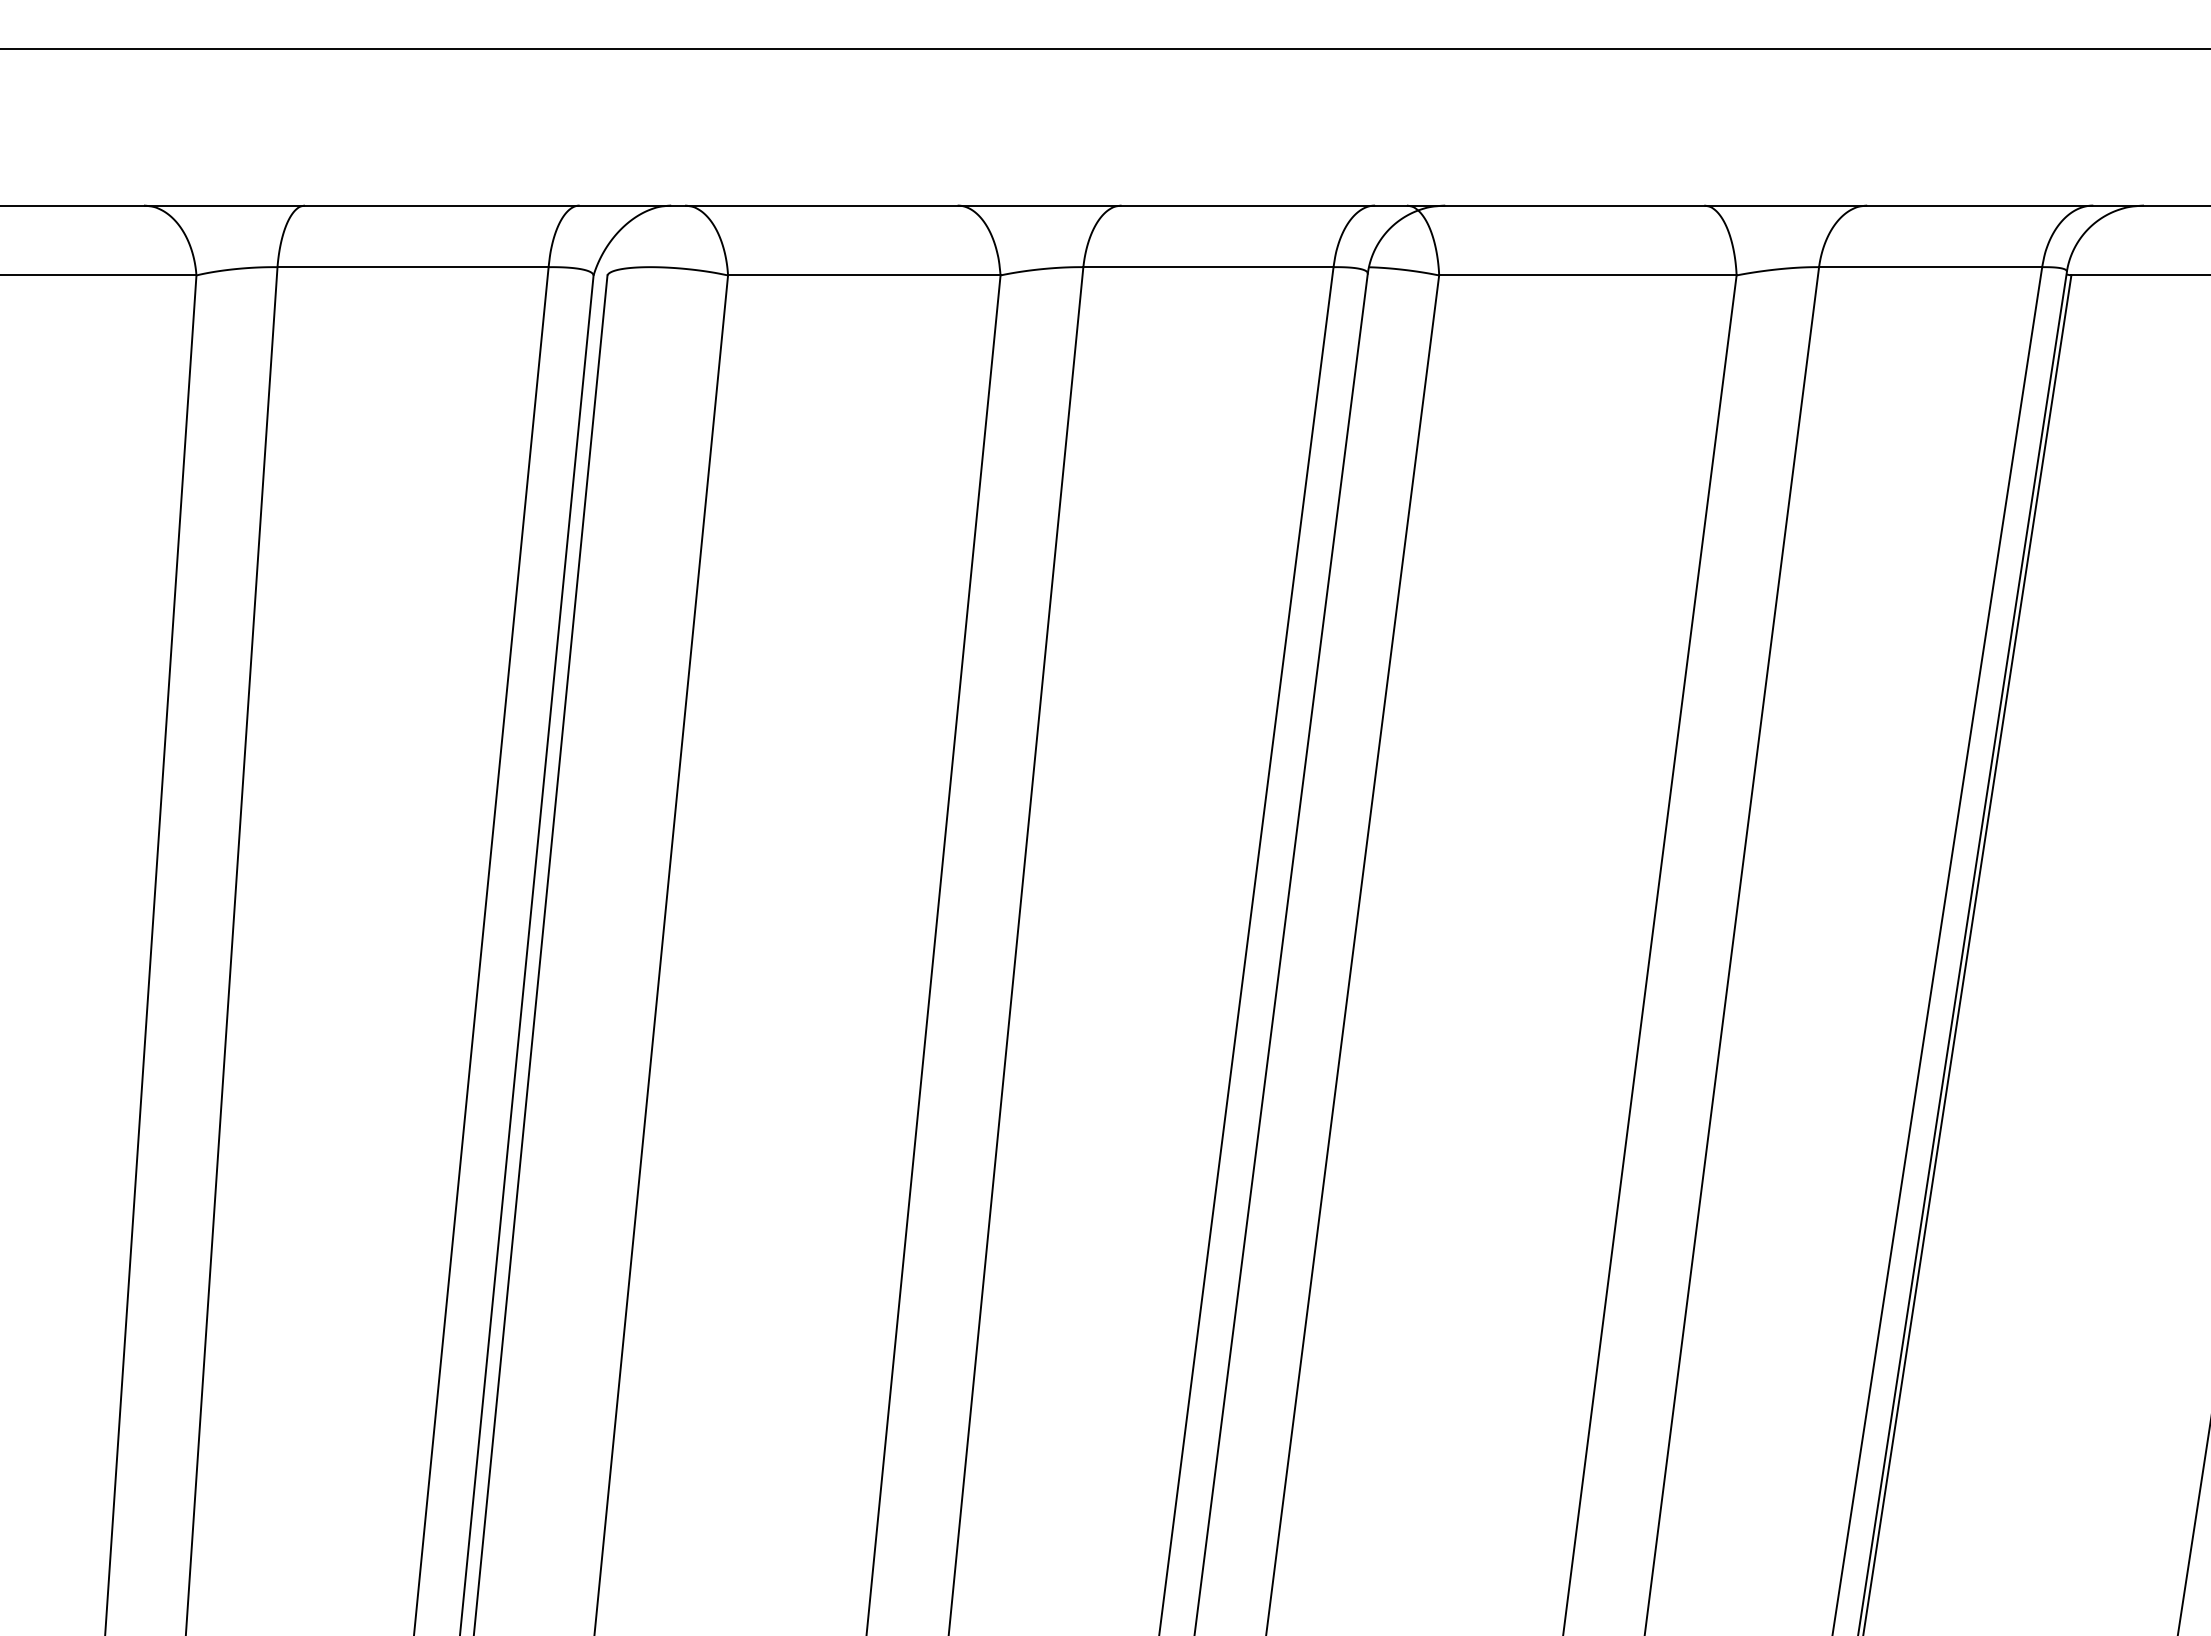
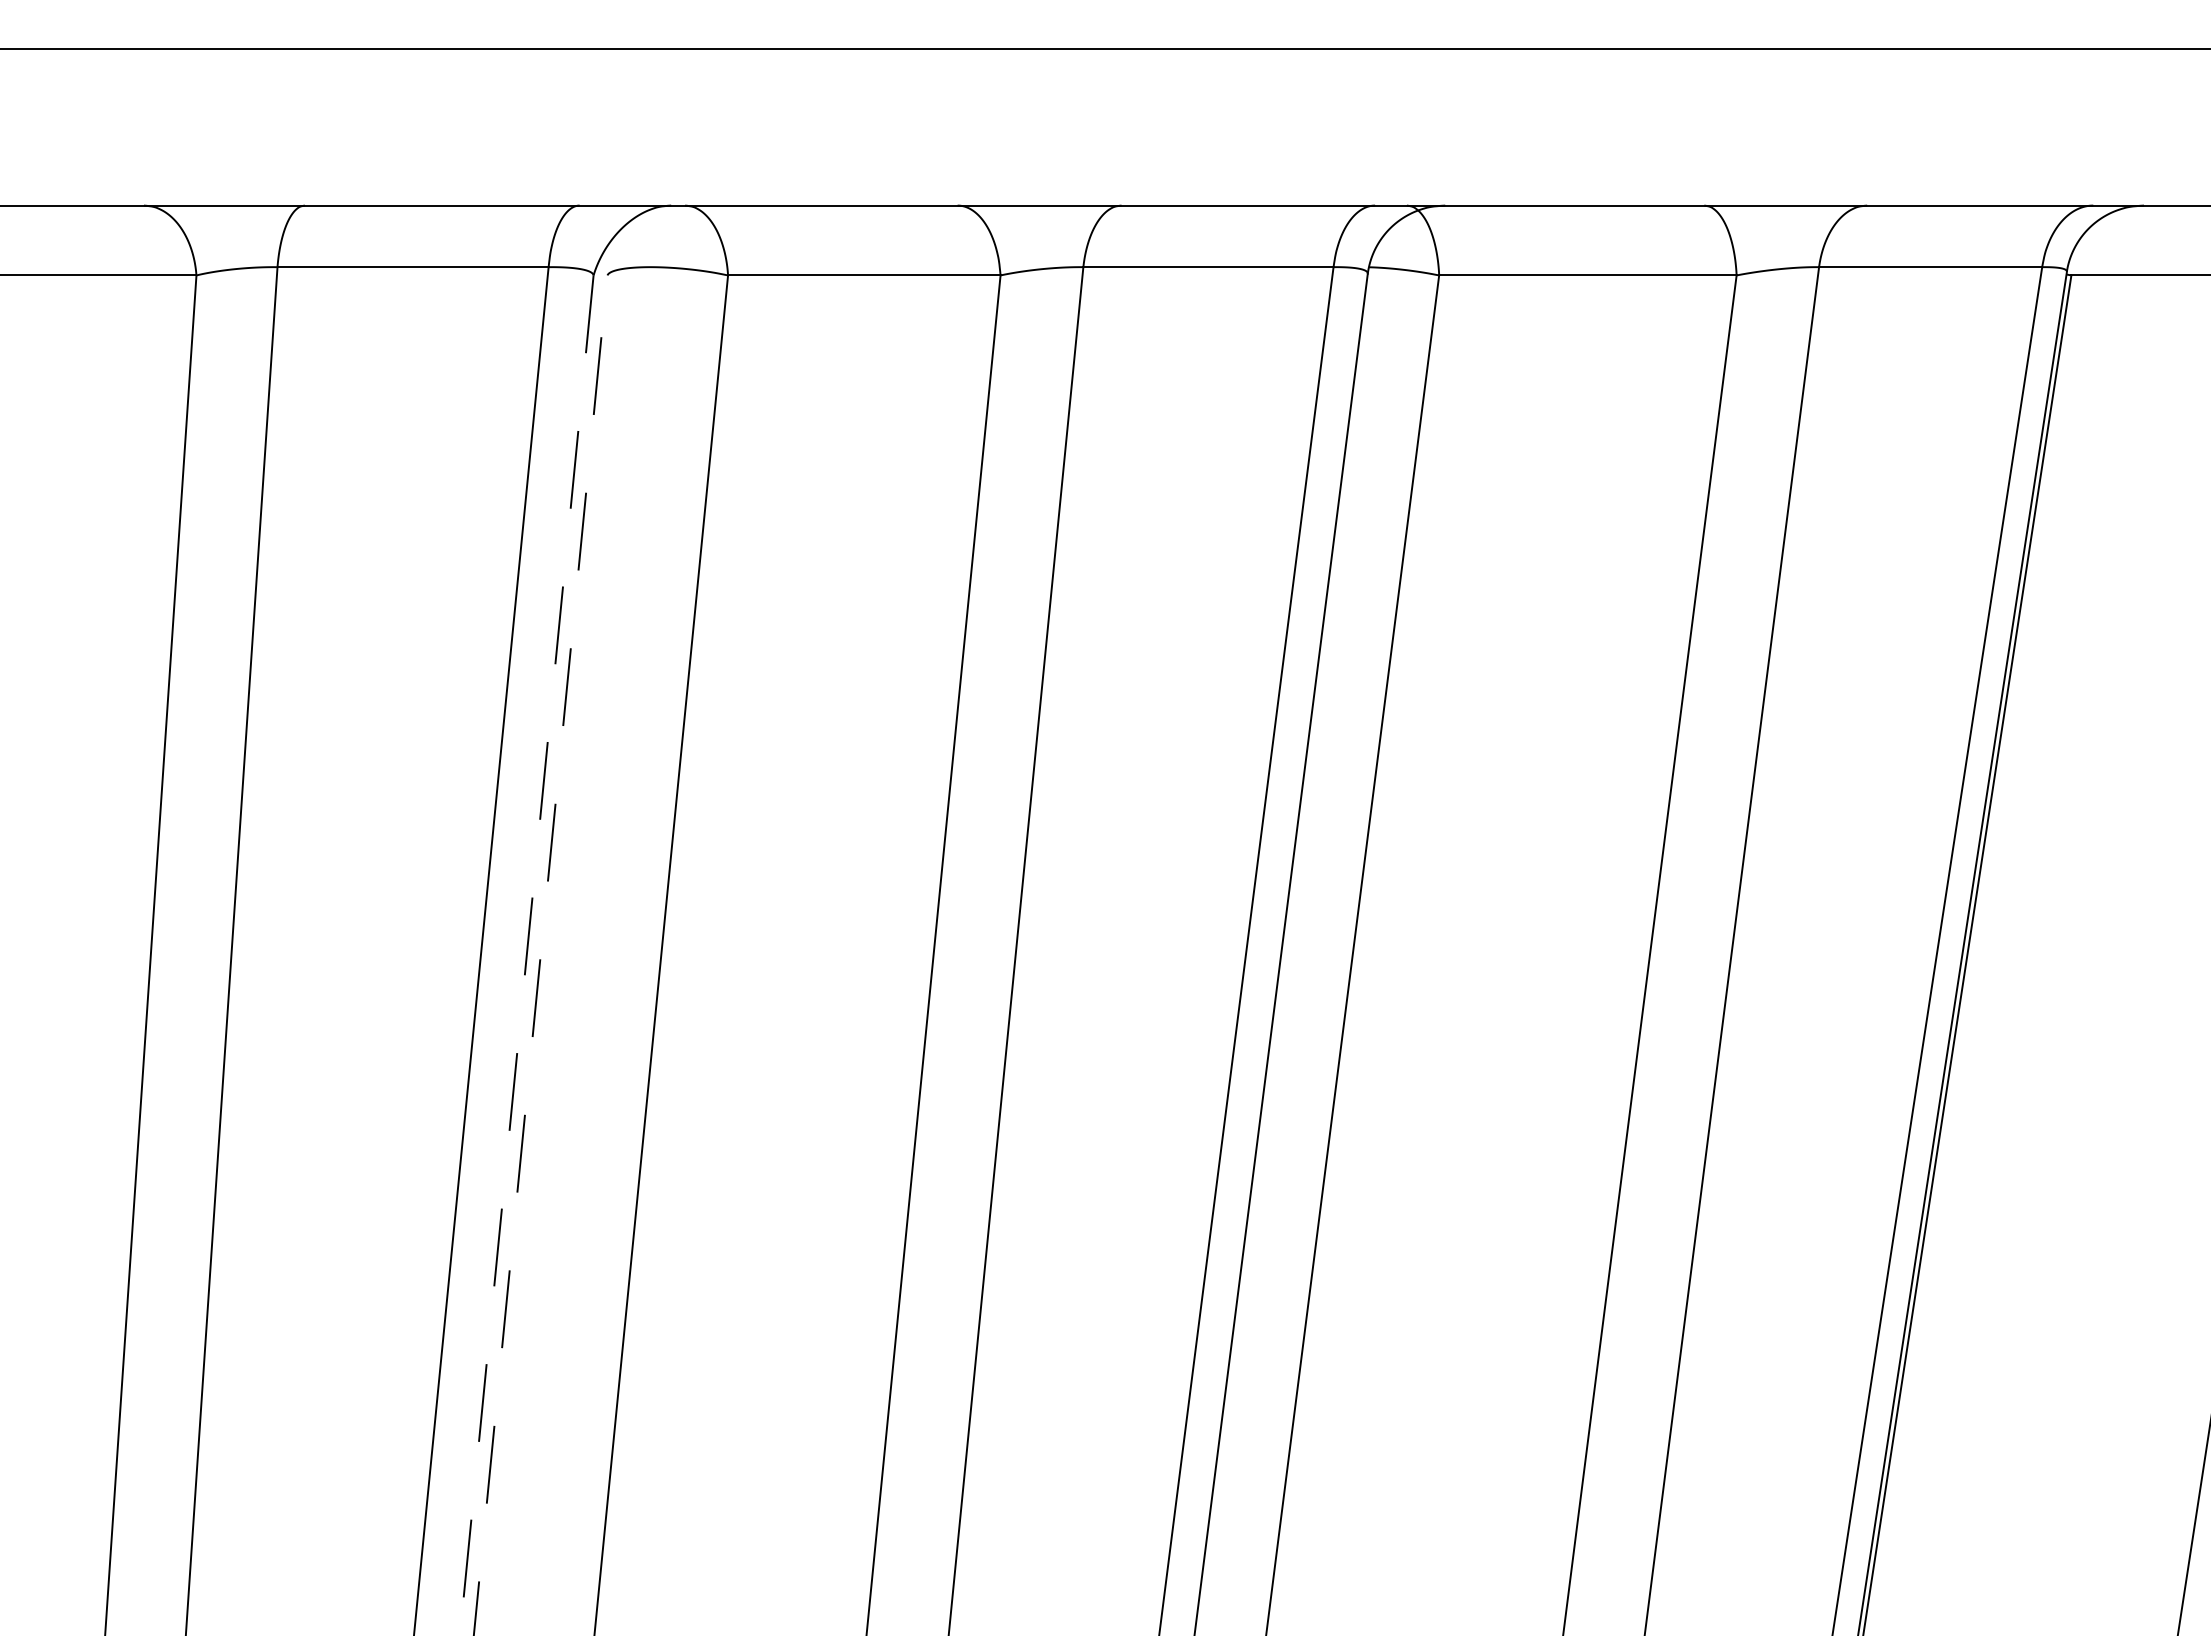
line at (540, 955): solid -> dashed
line at (526, 956): solid -> dashed
